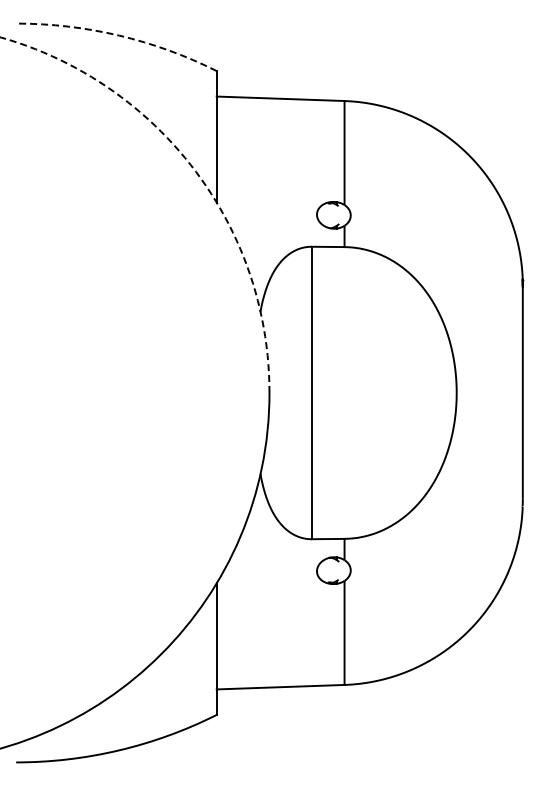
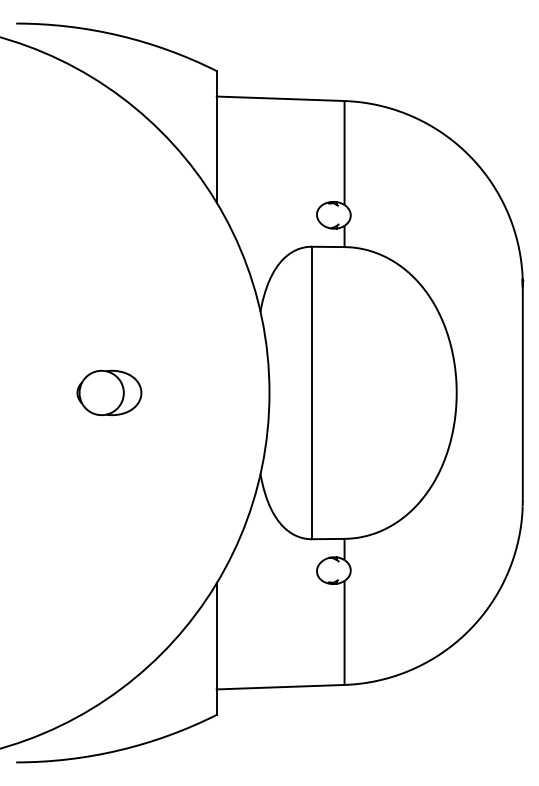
arc at (119, 35): dashed -> solid
arc at (194, 170): dashed -> solid
part at (109, 392): none -> present
